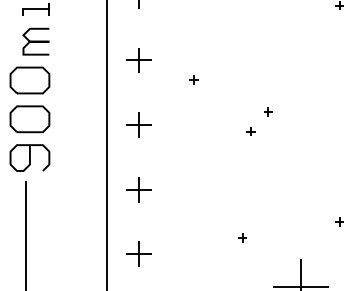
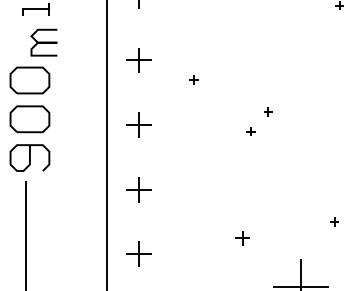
curve at (35, 41) position: (35, 41) -> (43, 42)
part at (339, 221) position: (339, 221) -> (334, 221)
part at (242, 237) size: 9x10 px -> 15x15 px
